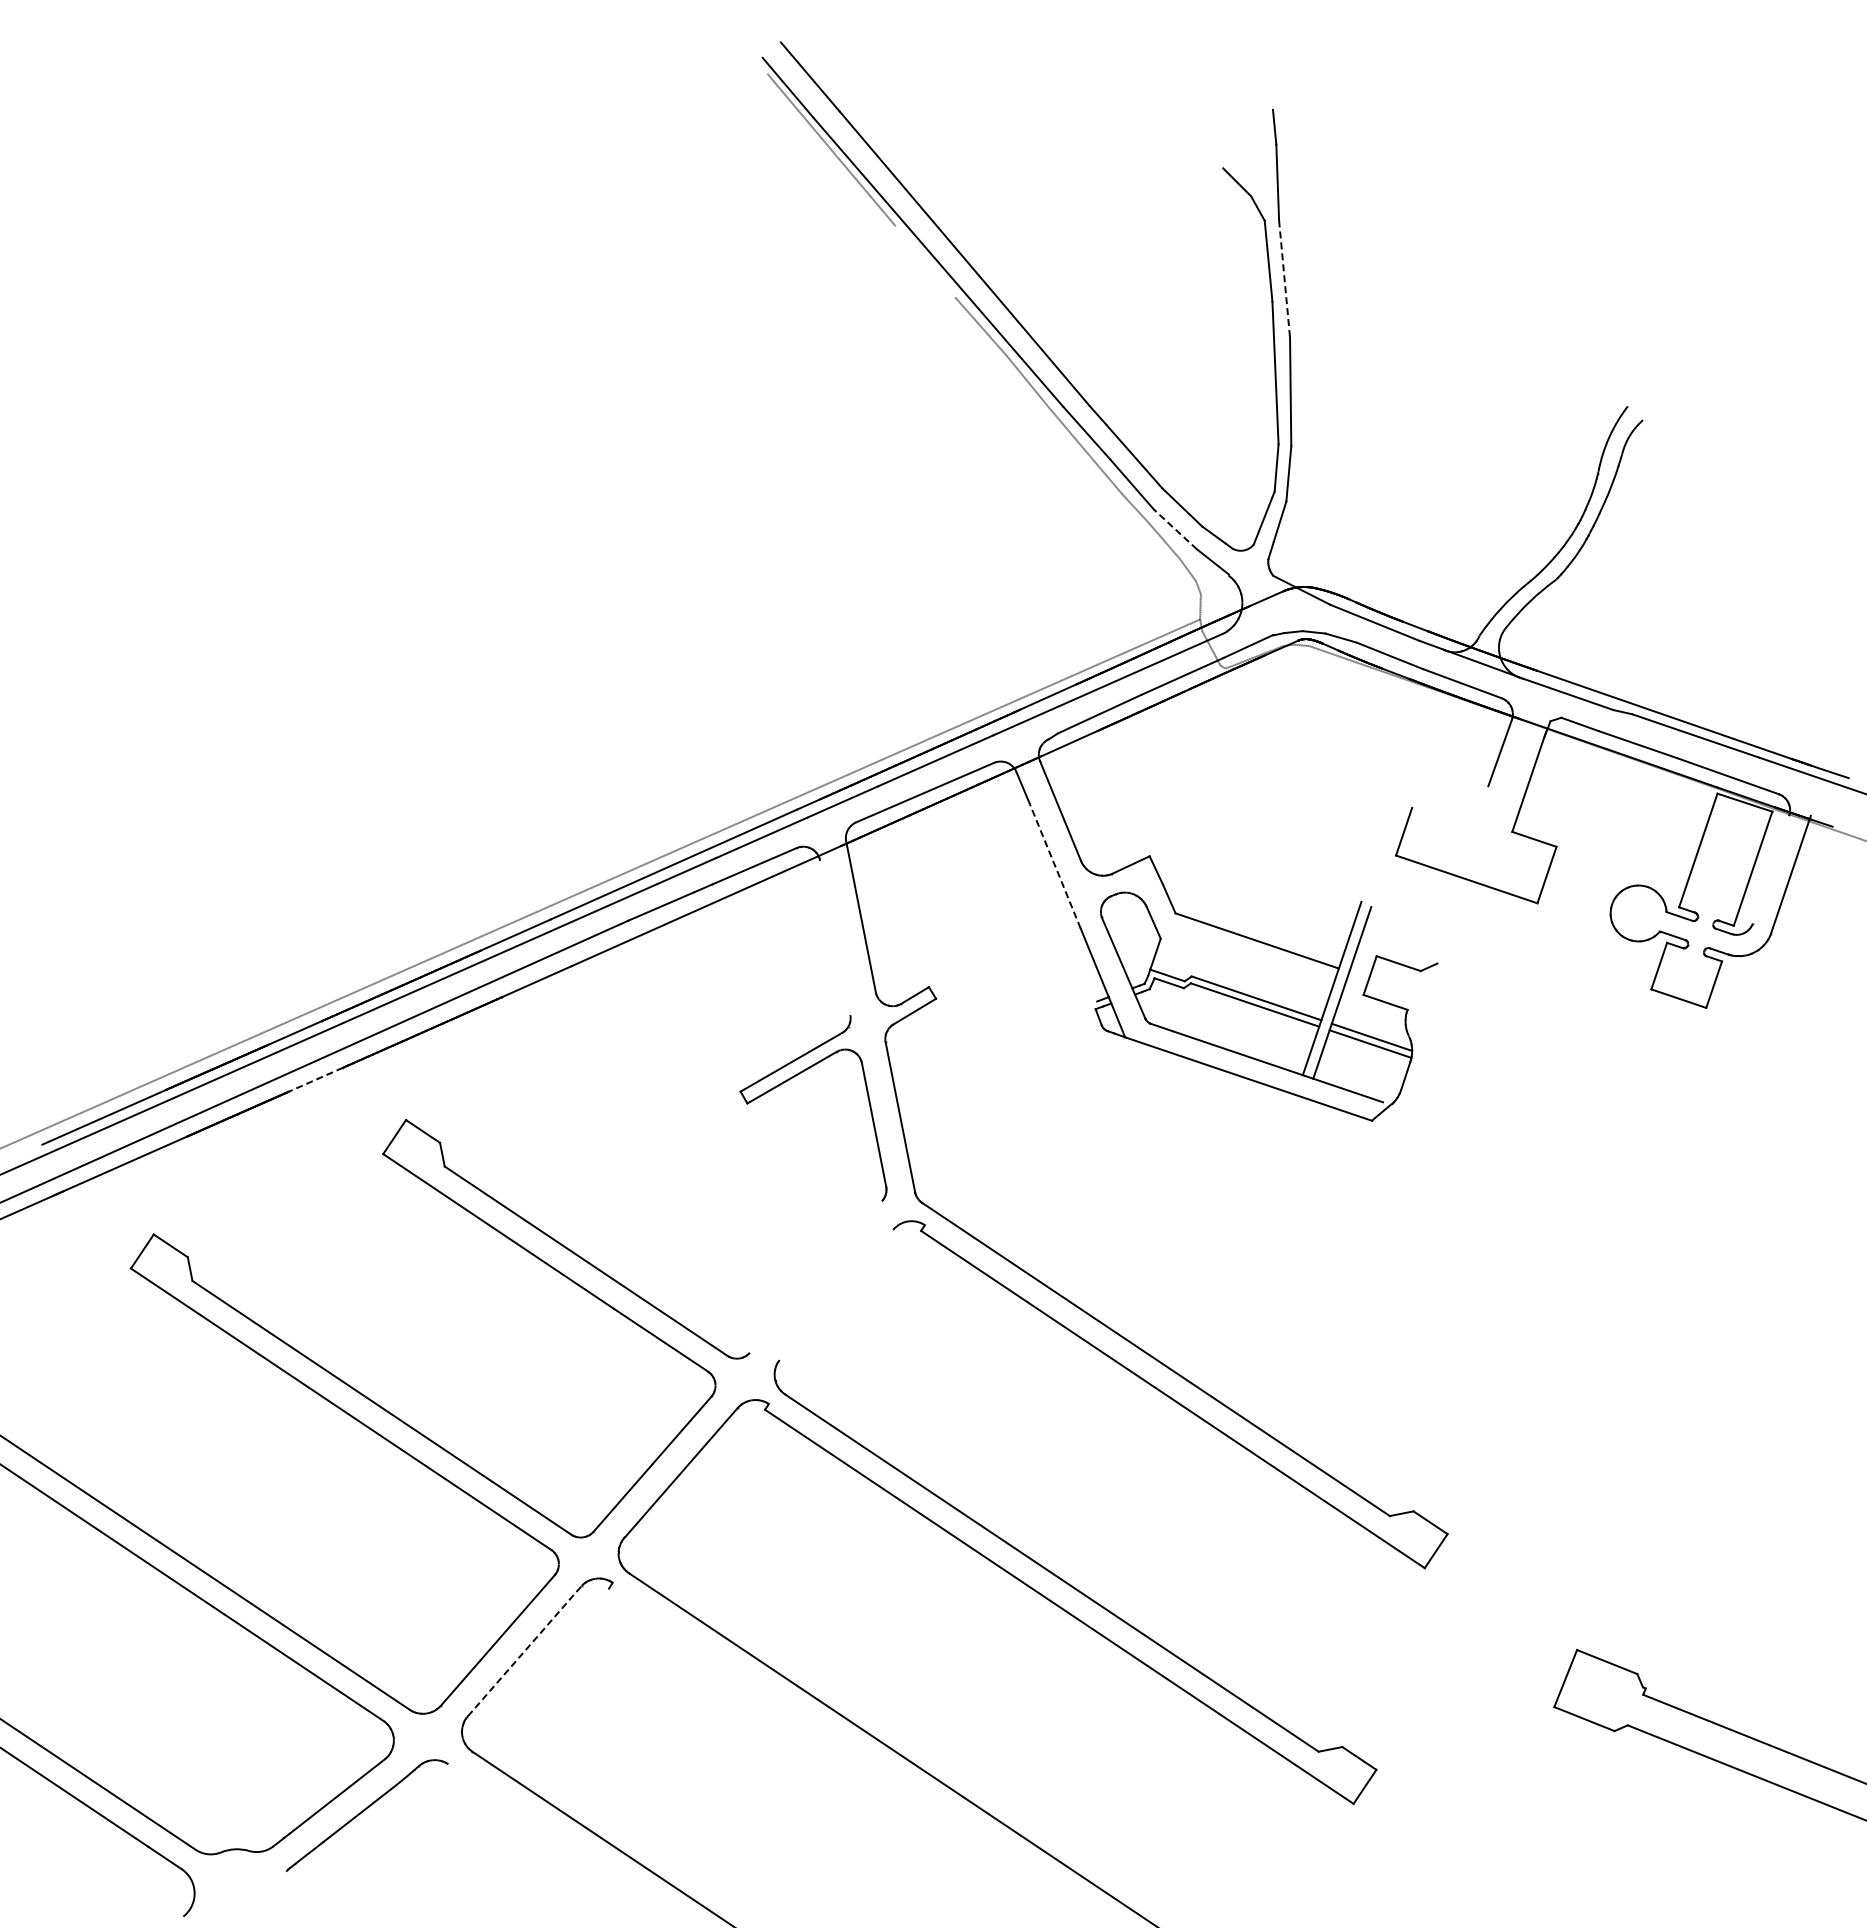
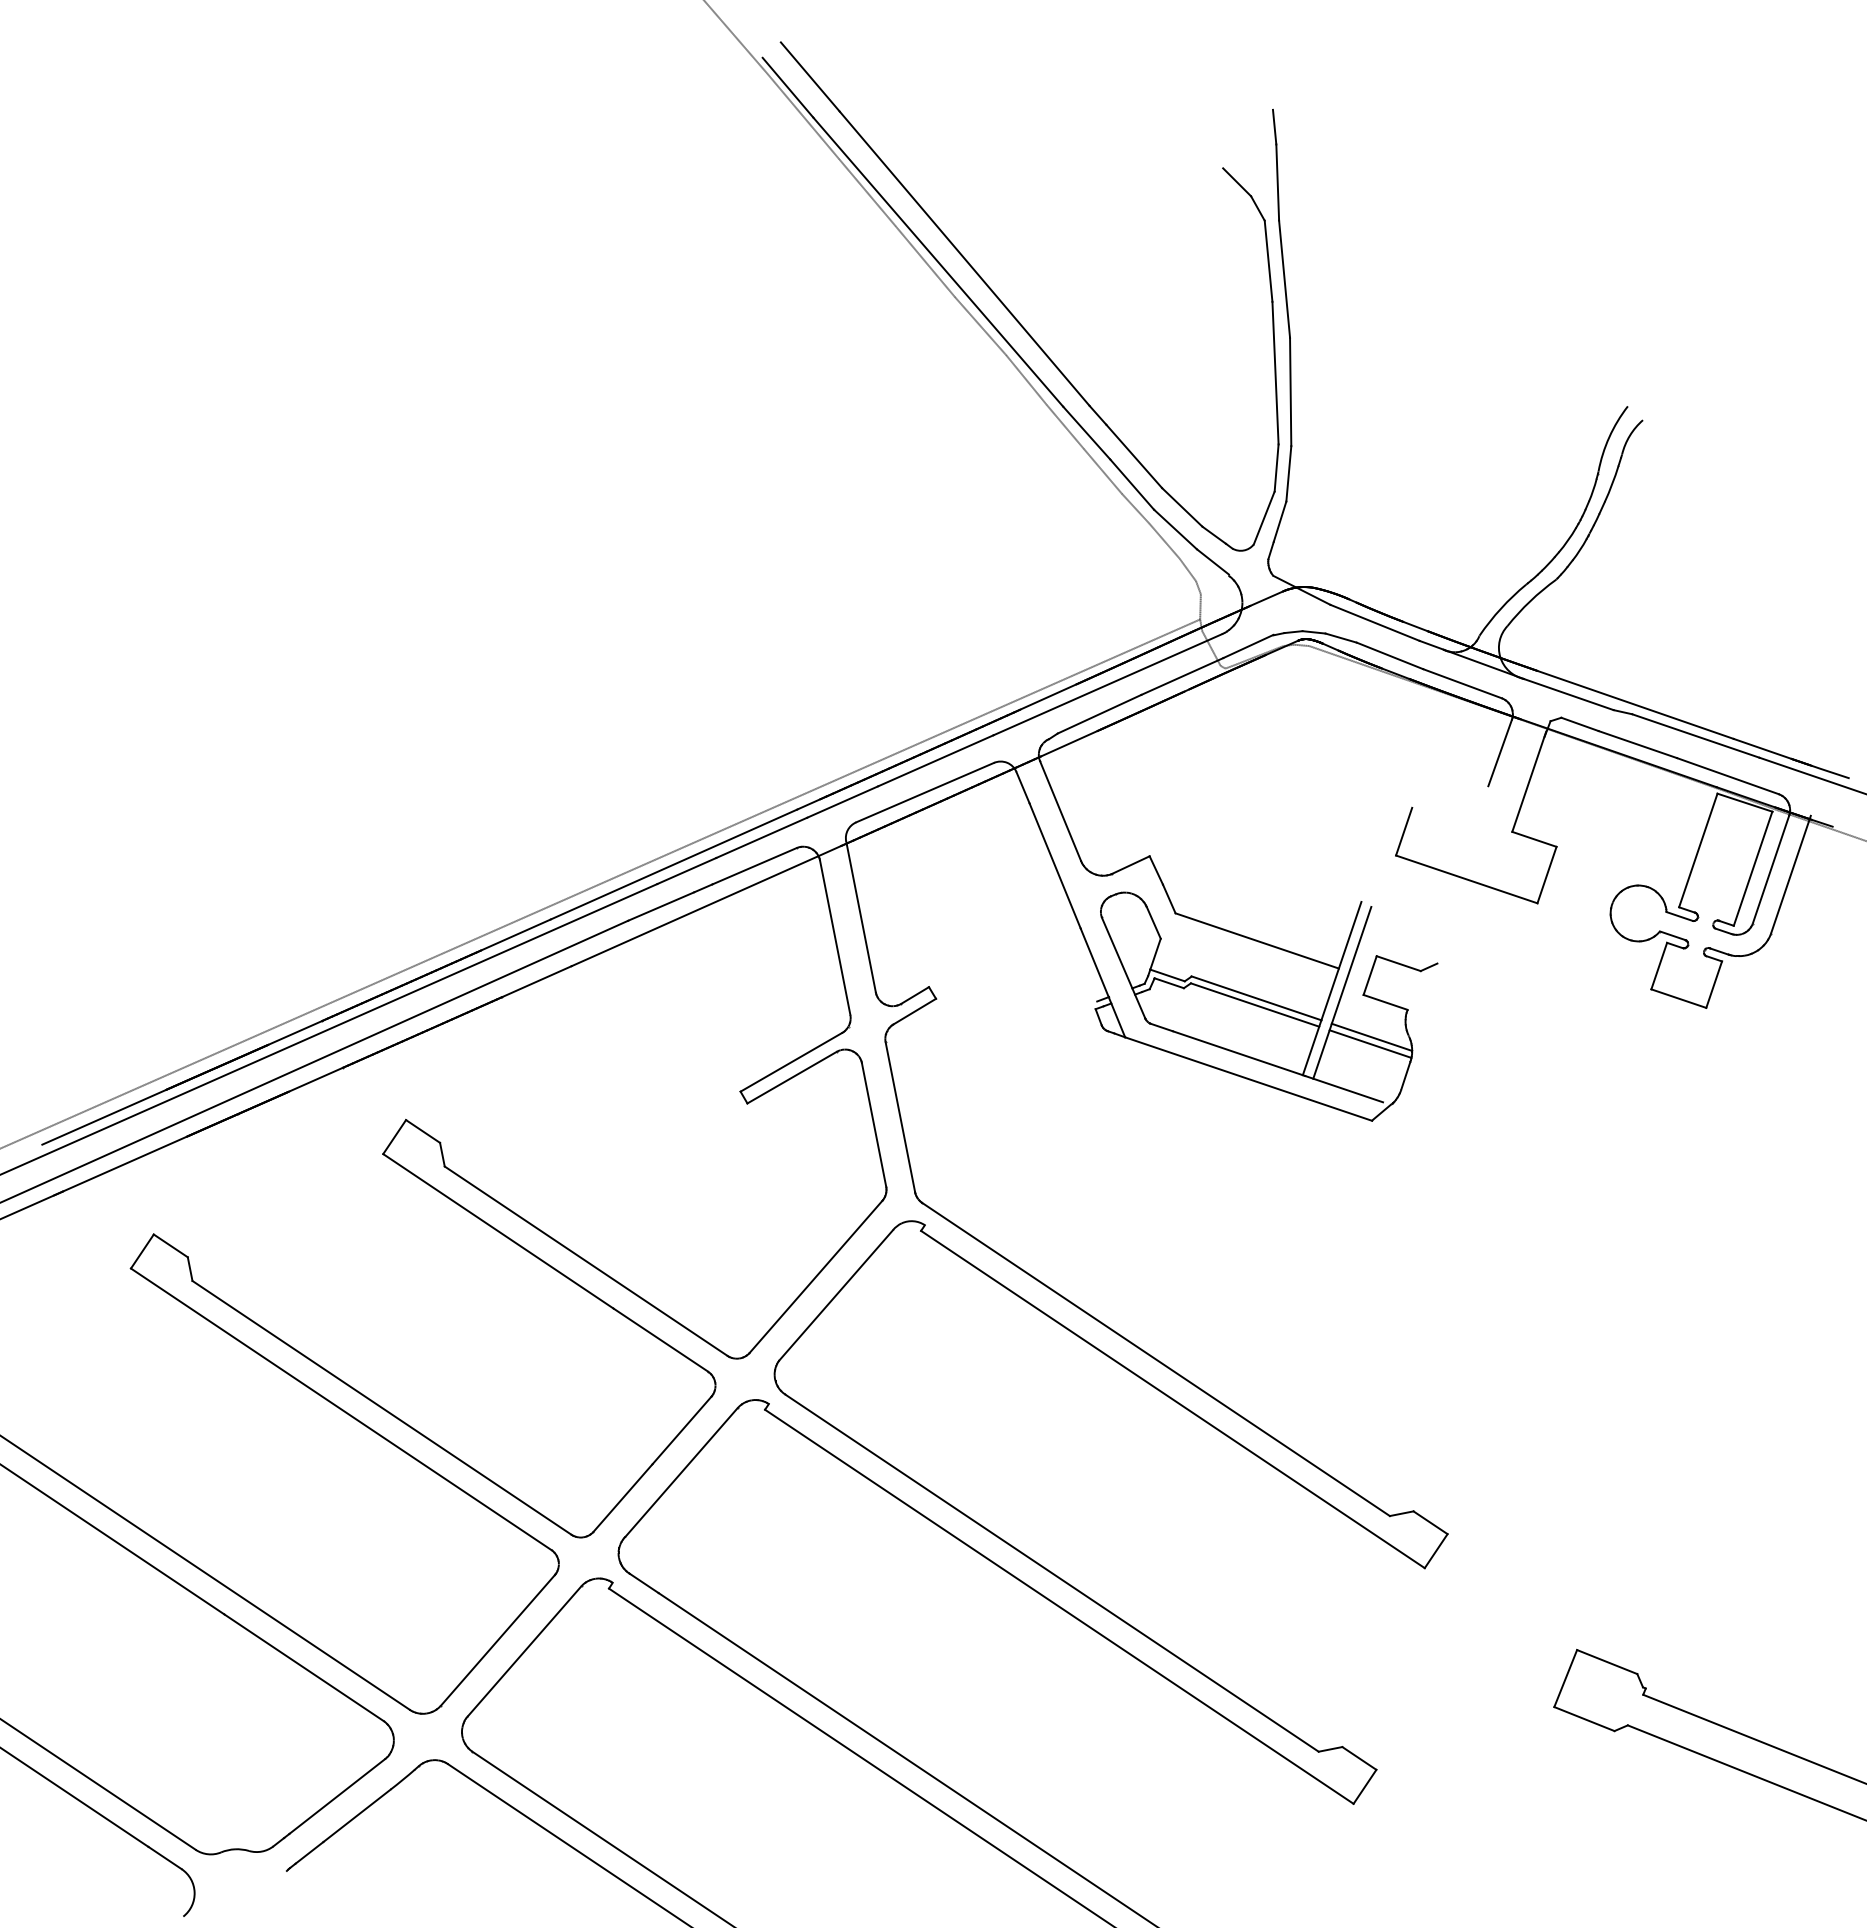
line at (736, 37): none -> present
line at (925, 261): none -> present
line at (1284, 279): dashed -> solid
line at (1175, 529): dashed -> solid
line at (1055, 865): dashed -> solid
line at (1771, 868): none -> present
line at (835, 937): none -> present
line at (315, 1079): dashed -> solid
line at (815, 1276): none -> present
line at (836, 1295): none -> present
line at (524, 1650): dashed -> solid
line at (860, 1756): none -> present
line at (567, 1844): none -> present
